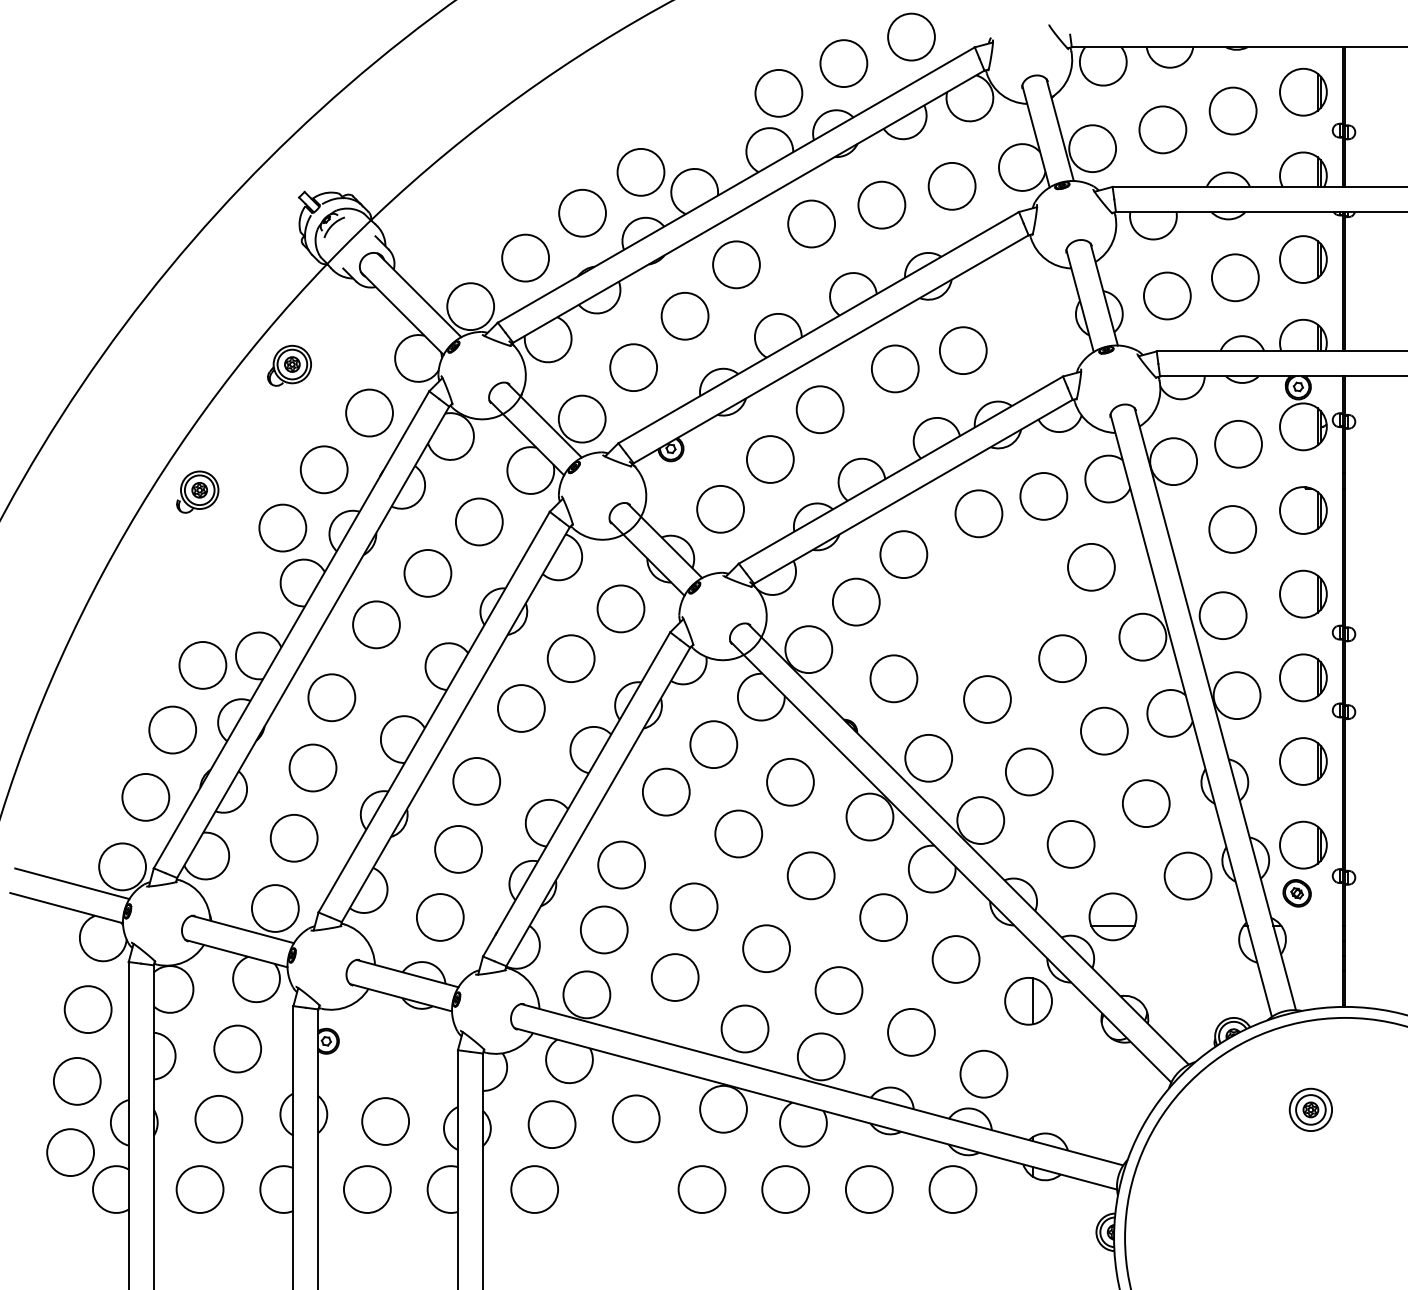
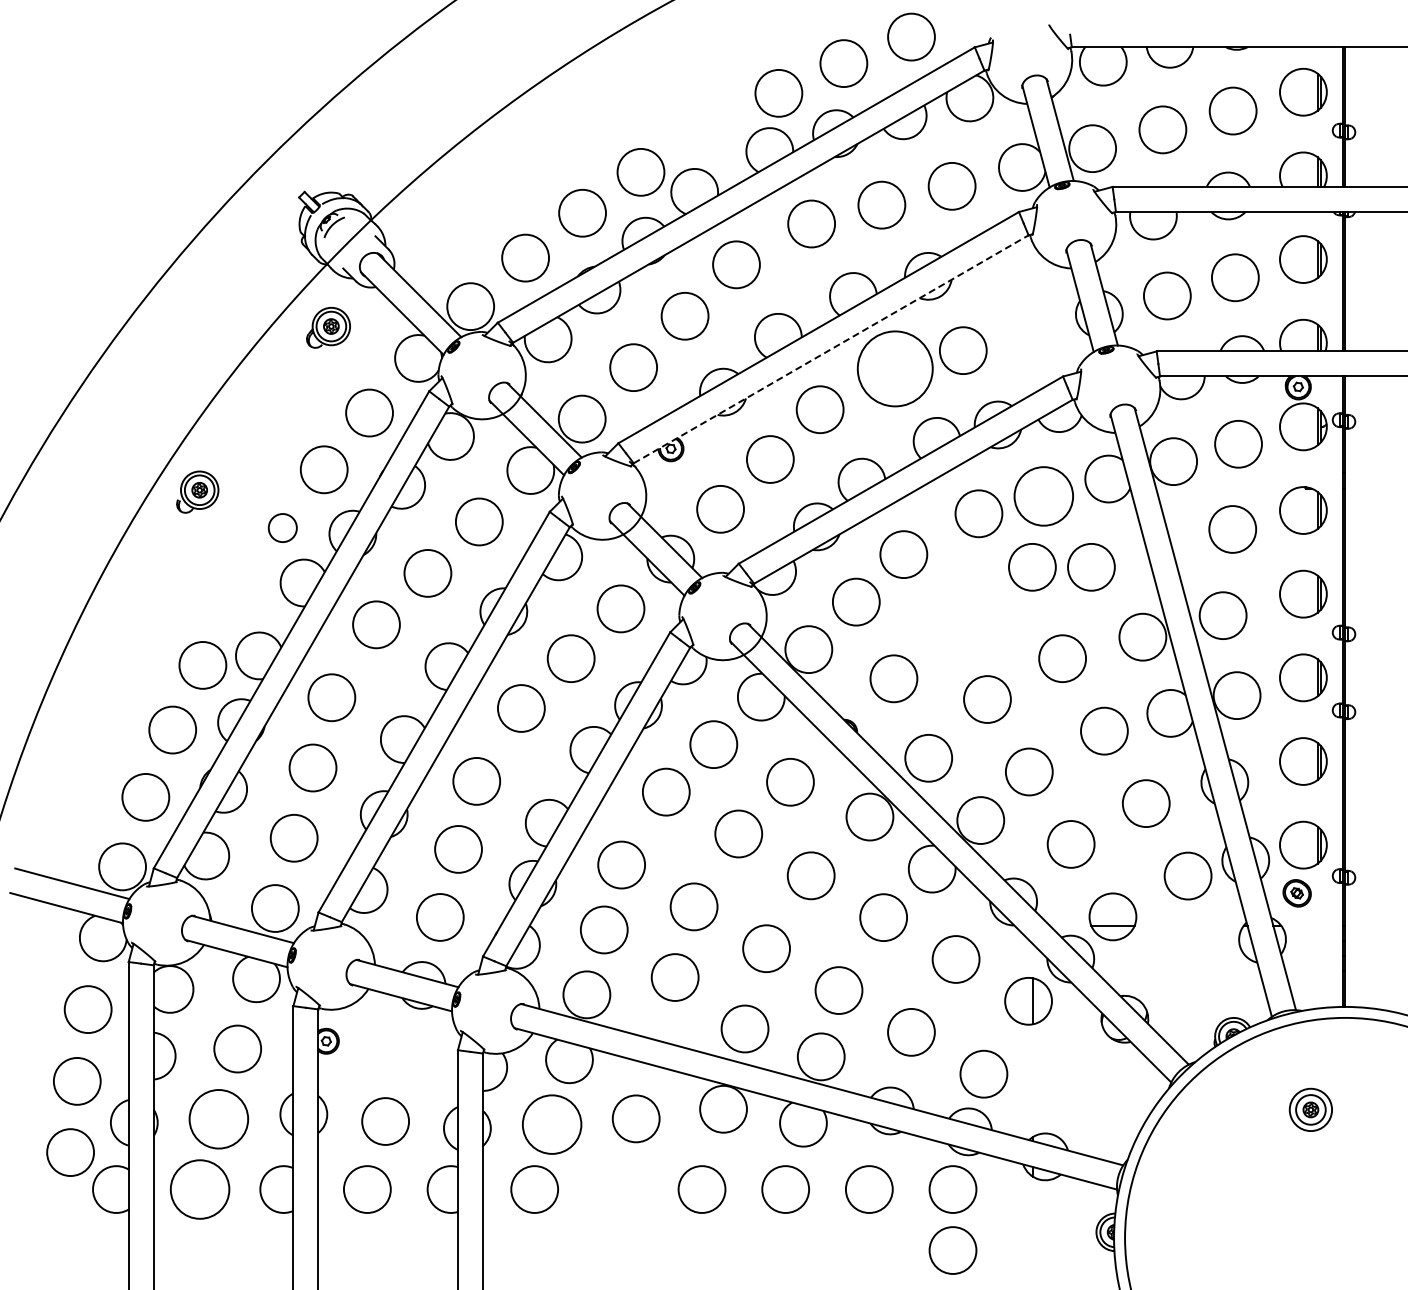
line at (831, 349): solid -> dashed
part at (289, 365) position: (289, 365) -> (328, 327)
circle at (894, 368) diameter: 47 px -> 75 px
circle at (1043, 496) diameter: 47 px -> 59 px
circle at (282, 527) diameter: 47 px -> 28 px
circle at (1032, 567): none -> present
circle at (218, 1118) diameter: 47 px -> 59 px
circle at (551, 1124) diameter: 47 px -> 59 px
circle at (199, 1189) diameter: 47 px -> 59 px
circle at (952, 1250): none -> present
